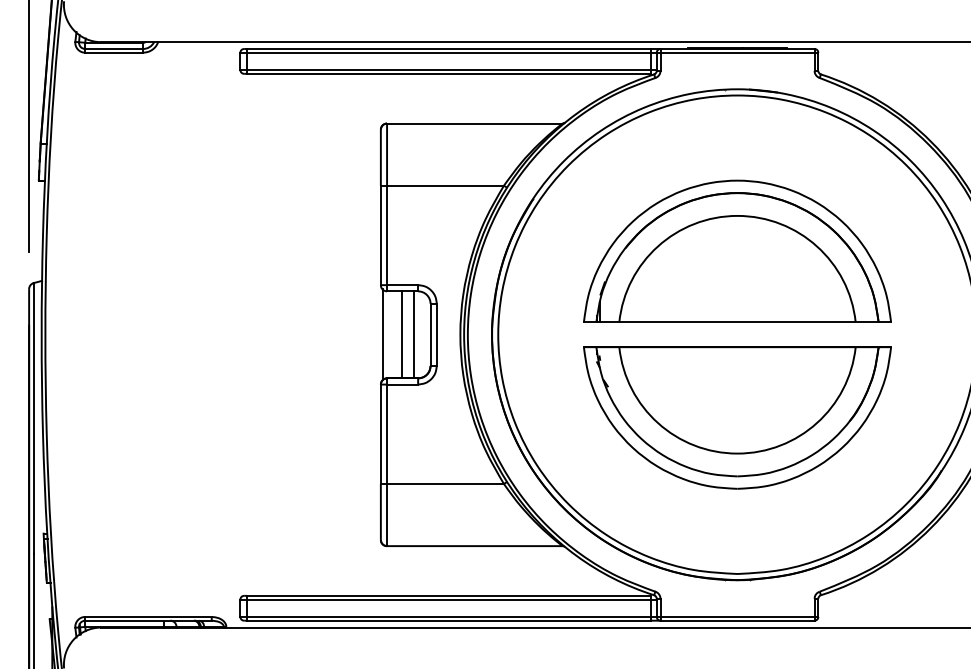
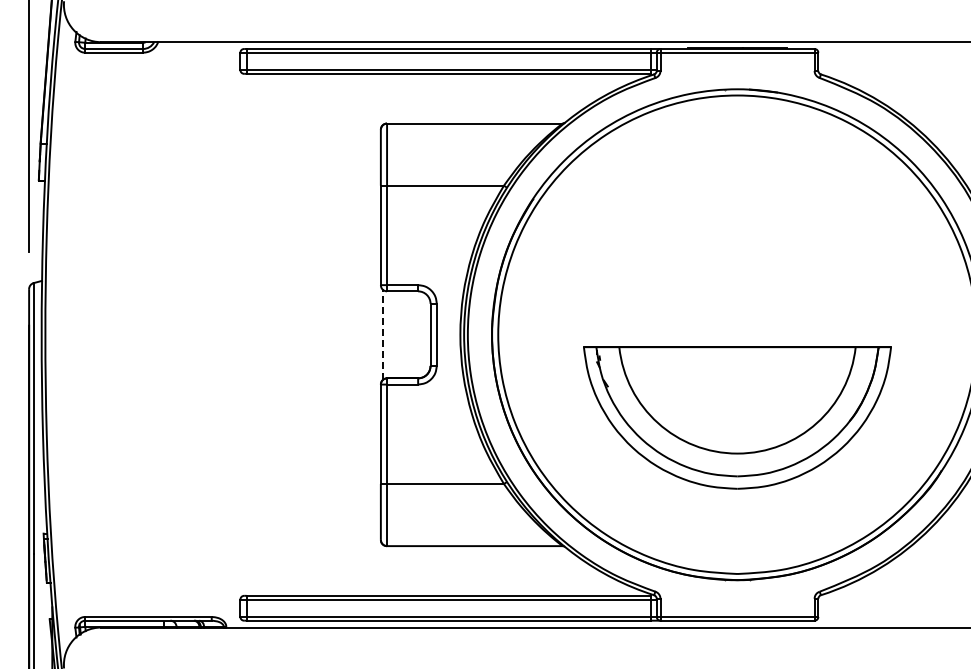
part at (737, 250): present -> none
line at (383, 333): solid -> dashed
line at (402, 334): present -> none
line at (414, 334): present -> none
